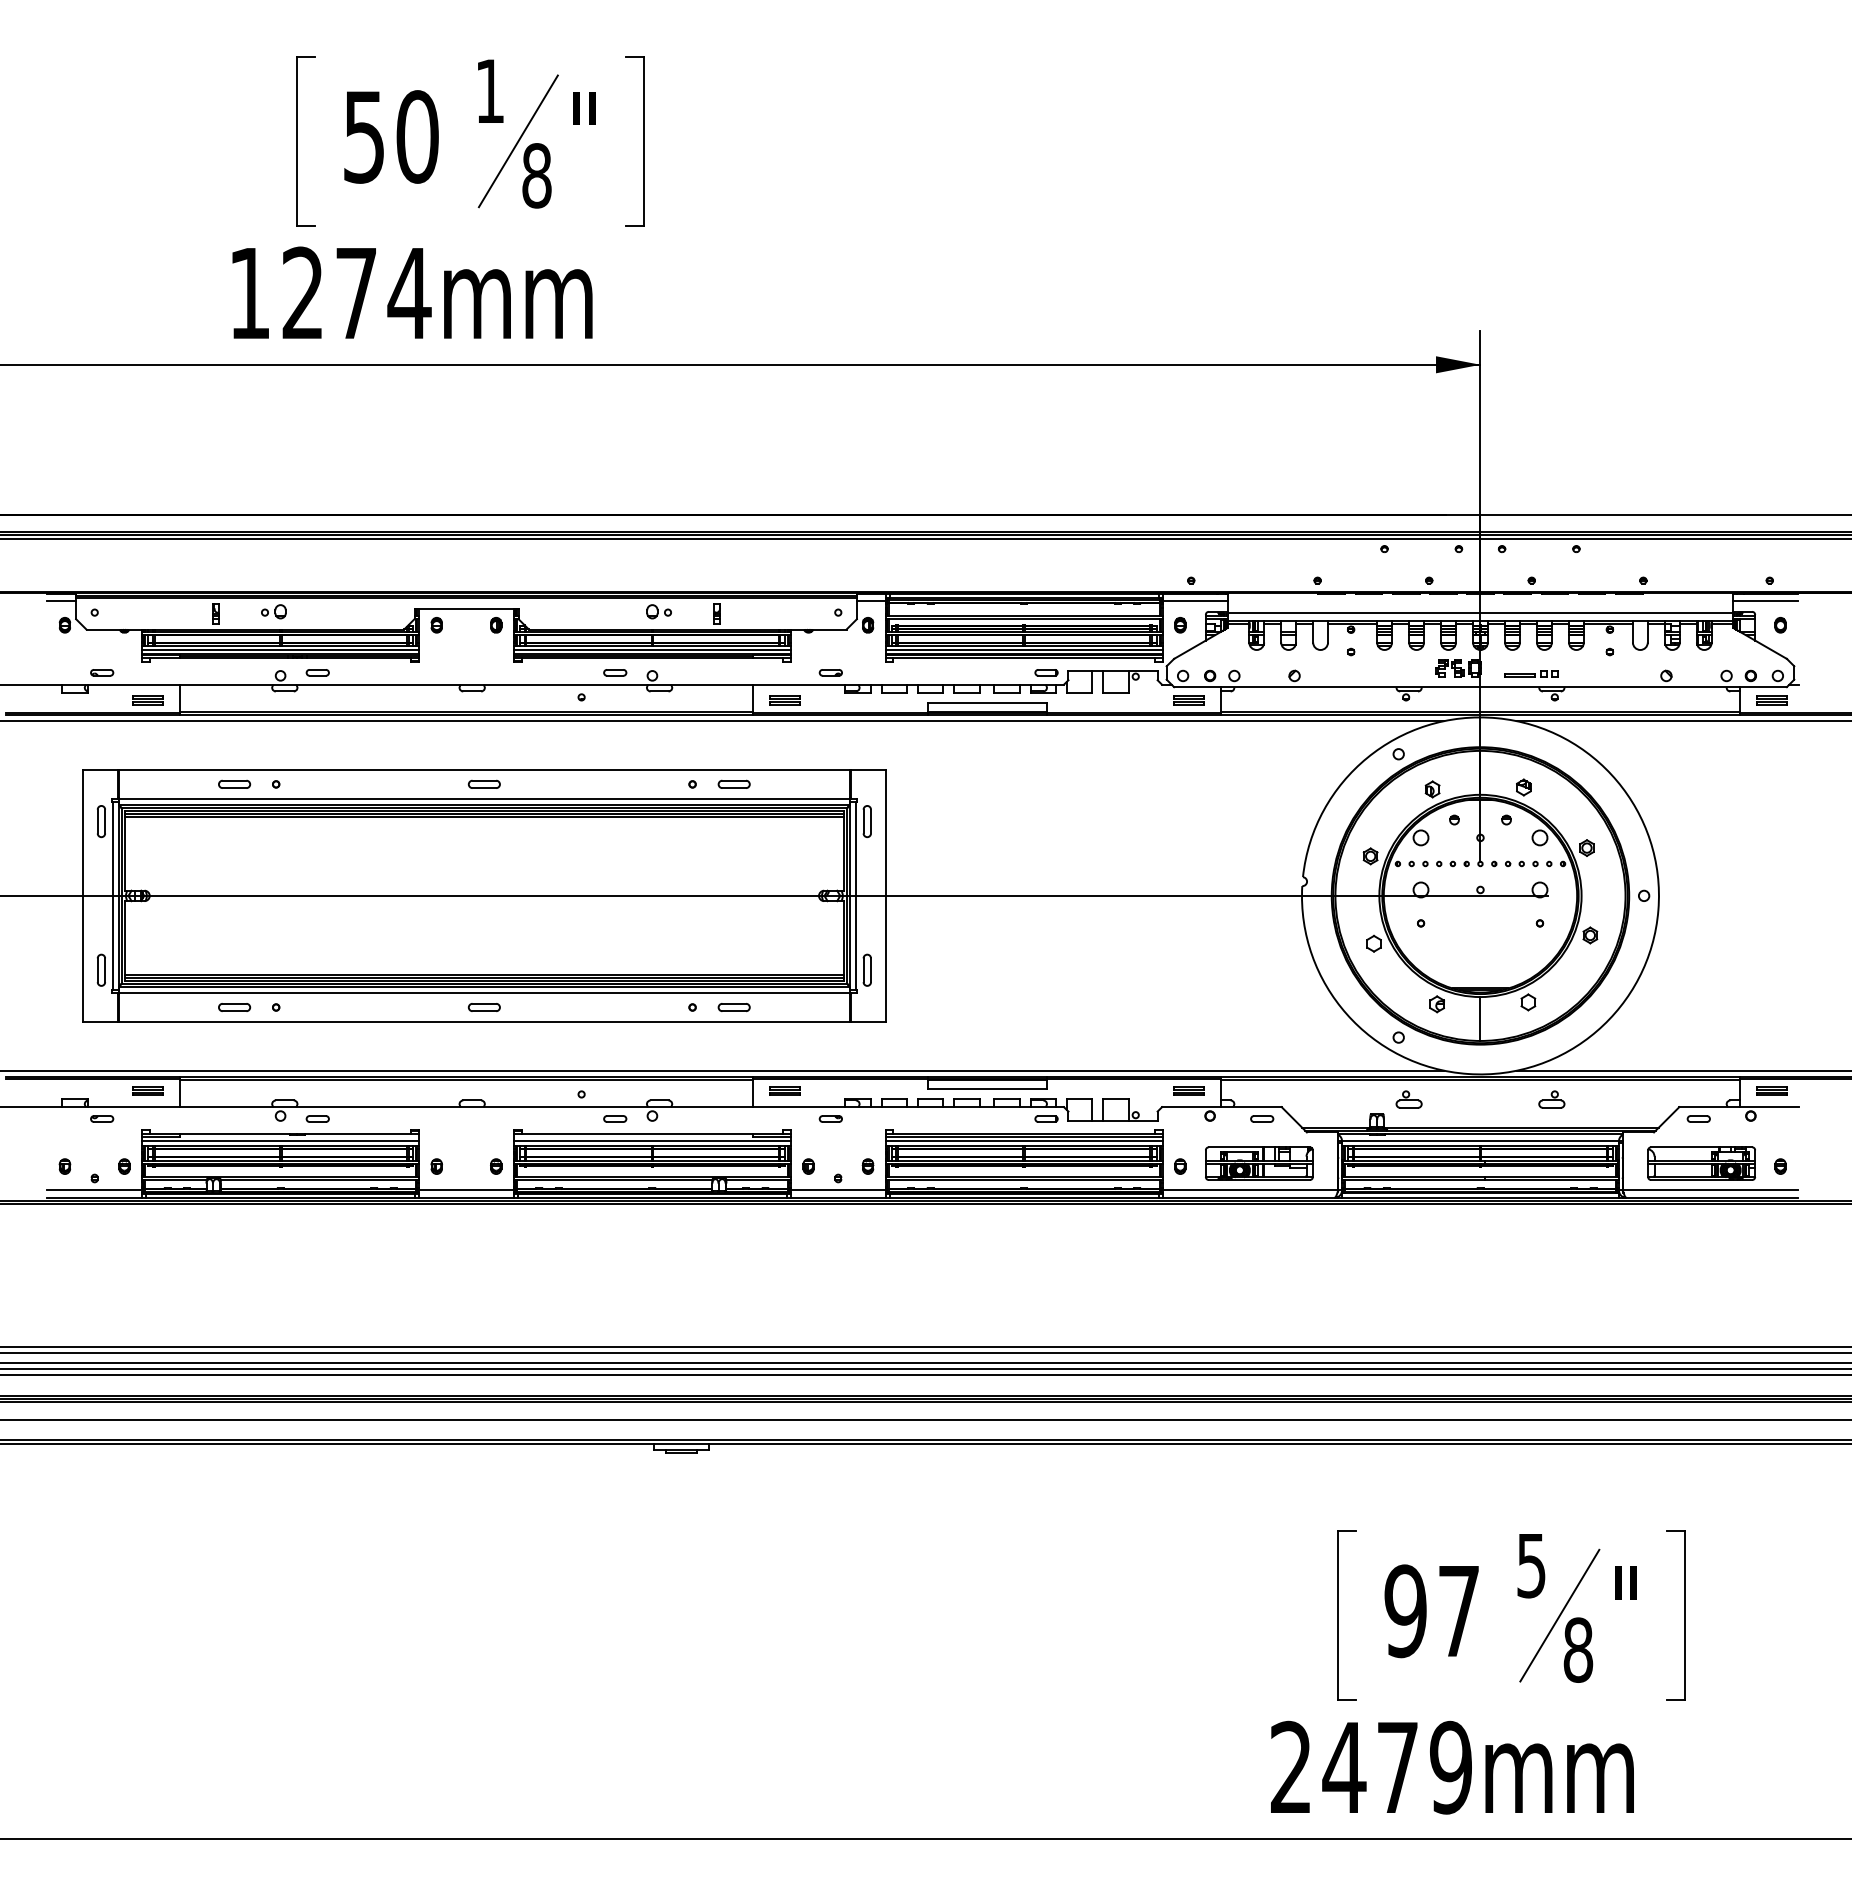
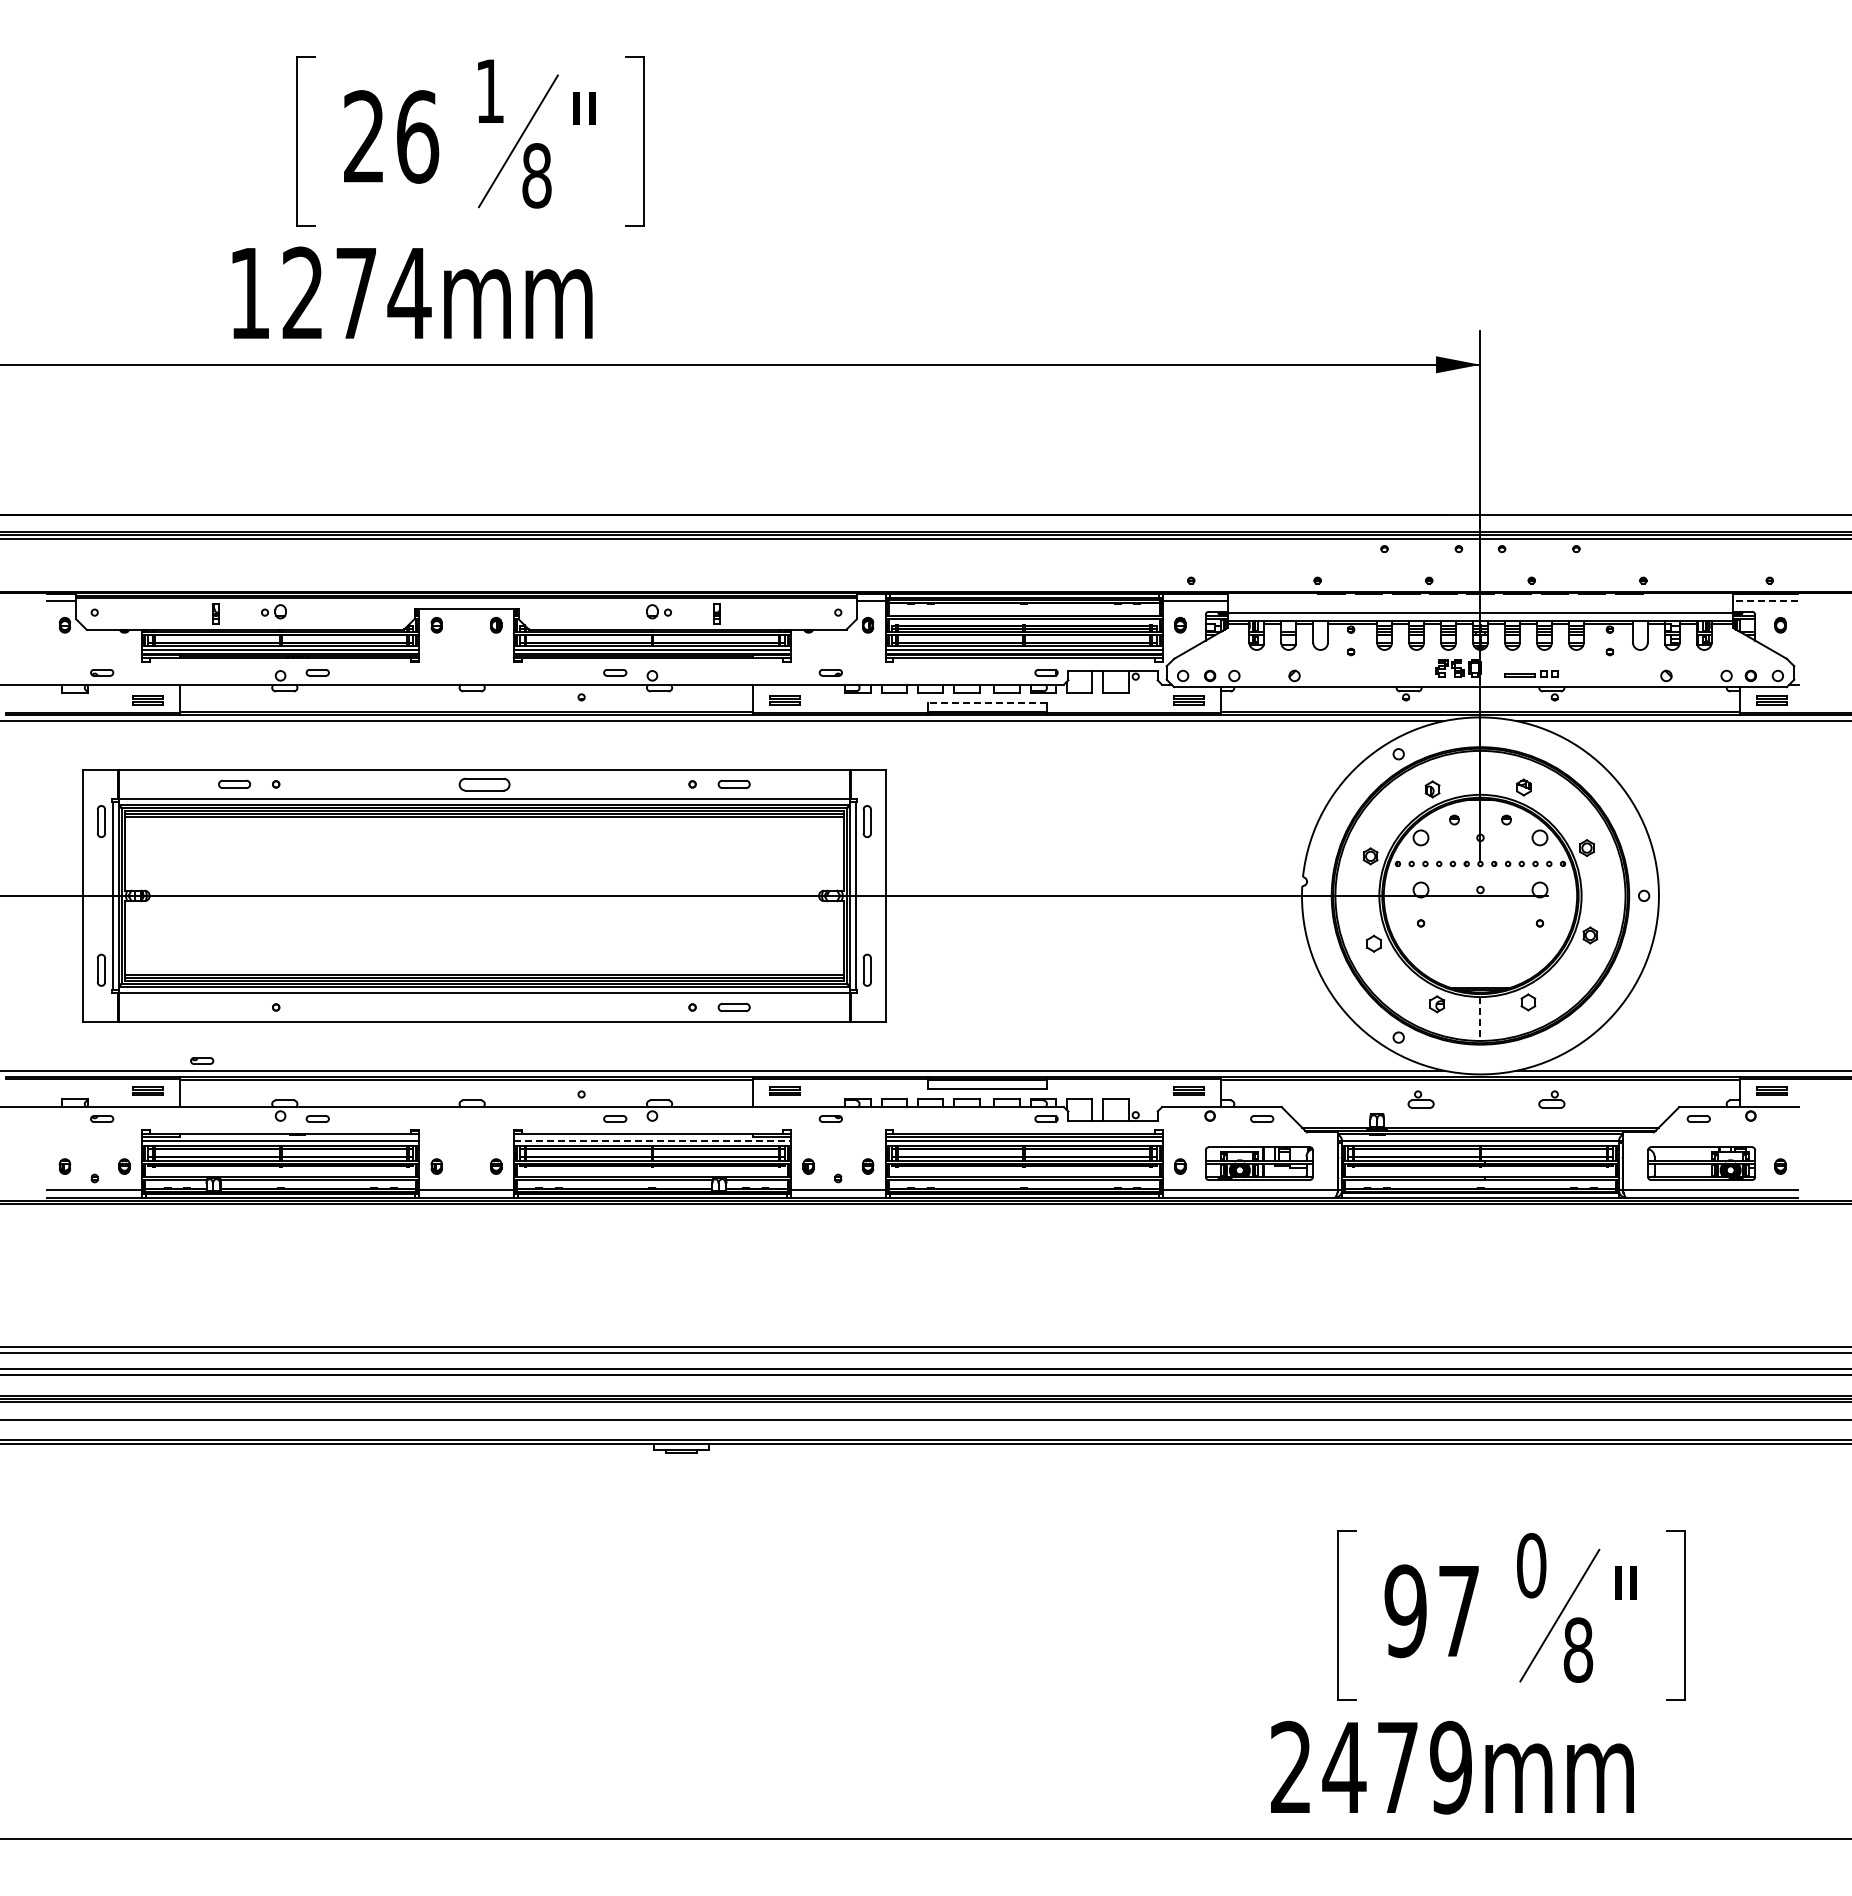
text at (391, 136): 50 -> 26
line at (1765, 601): solid -> dashed
line at (986, 703): solid -> dashed
part at (483, 783) size: 34x10 px -> 53x15 px
part at (234, 1007): present -> none
part at (483, 1007): present -> none
line at (1480, 1019): solid -> dashed
part at (202, 1060): none -> present
part at (1408, 1099) position: (1408, 1099) -> (1420, 1099)
line at (652, 1141): solid -> dashed
line at (925, 1362): present -> none
text at (1531, 1565): 5 -> 0
